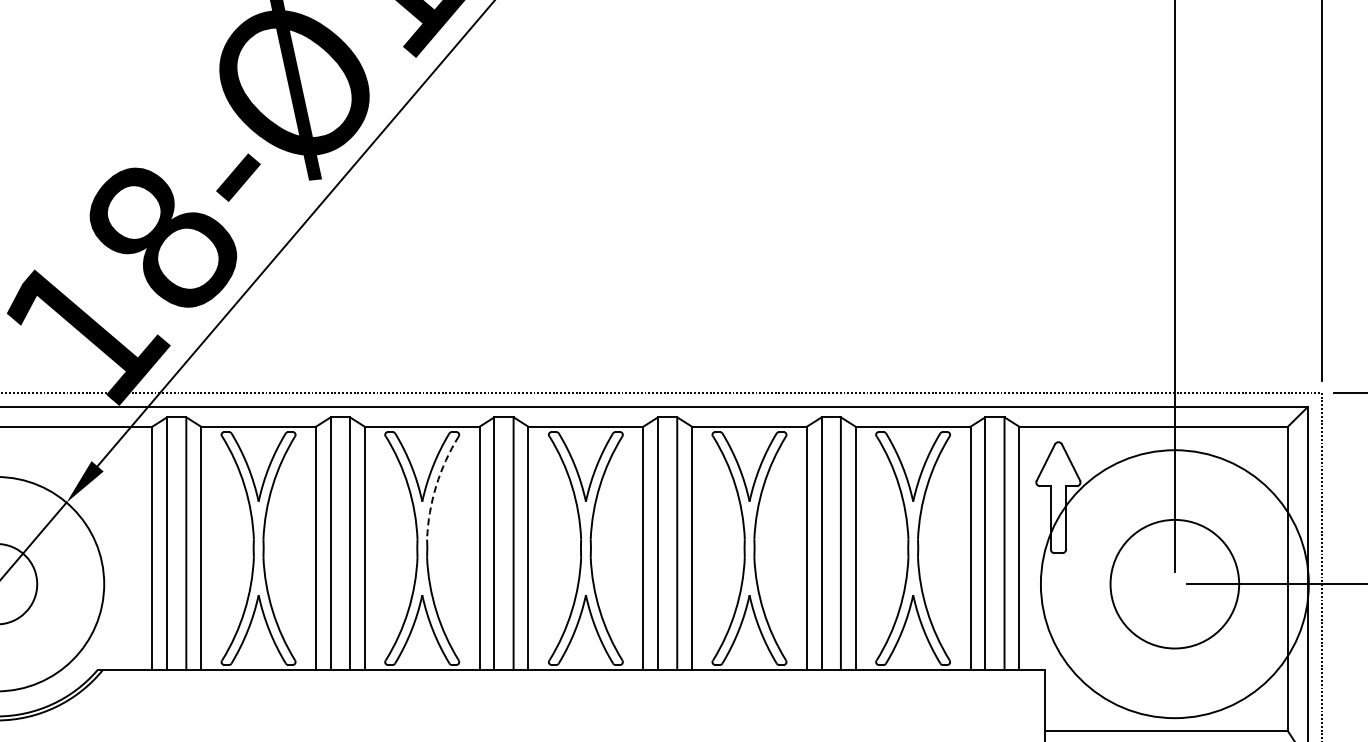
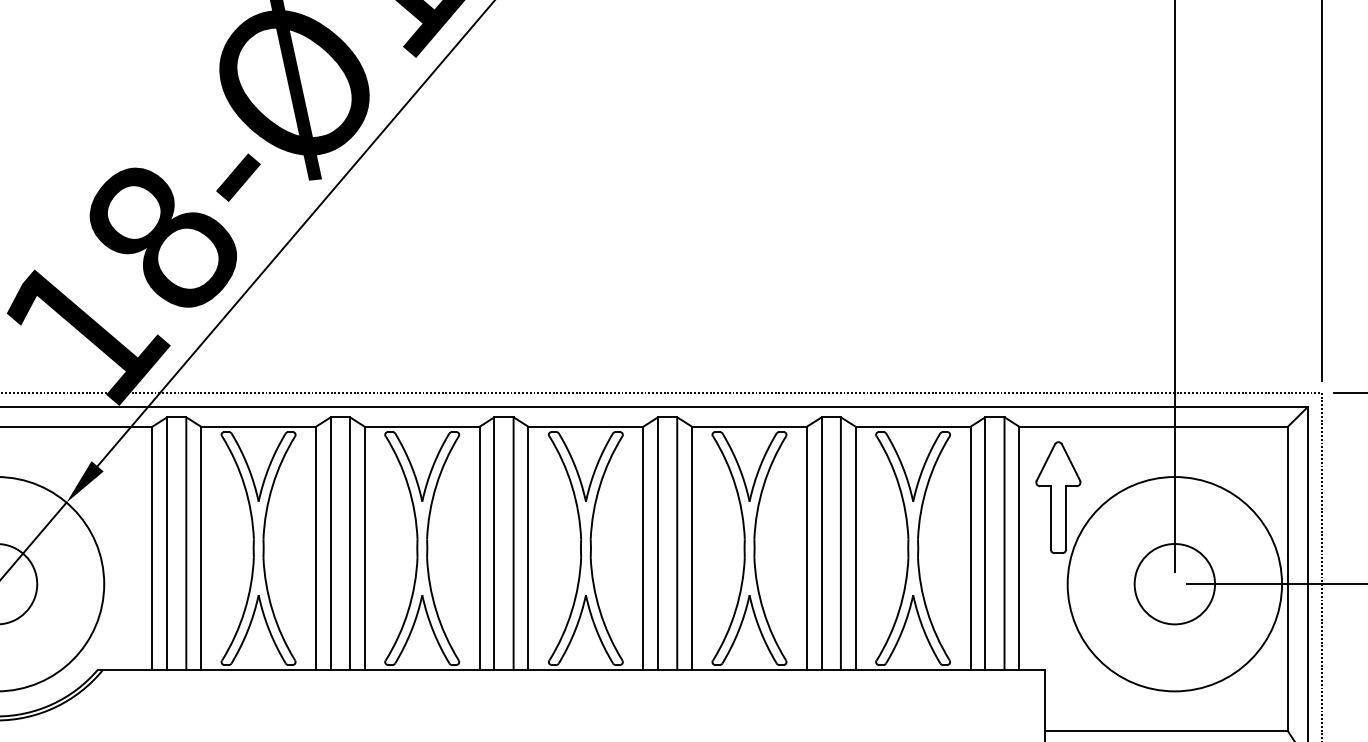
arc at (436, 485): dashed -> solid
circle at (1174, 583) diameter: 129 px -> 80 px
circle at (1174, 584) diameter: 268 px -> 214 px
